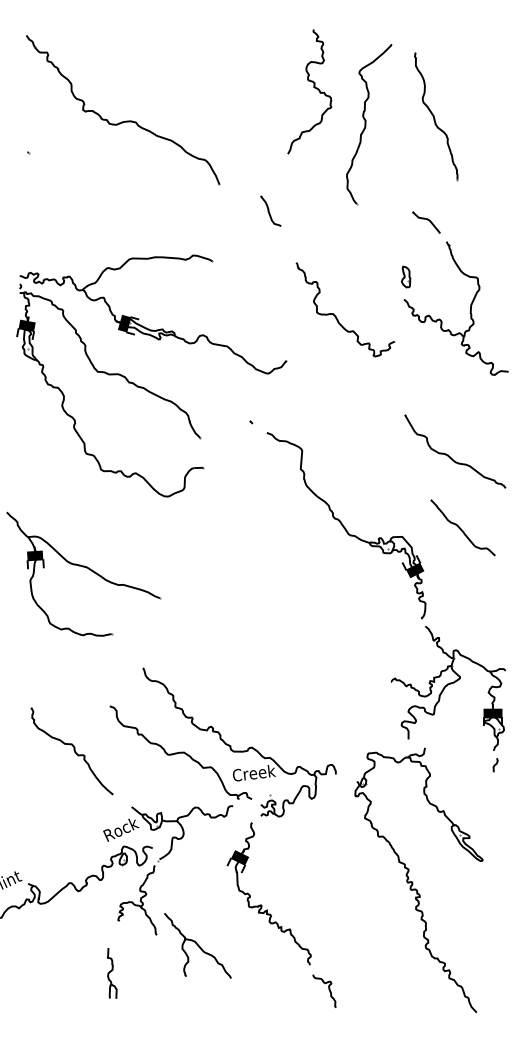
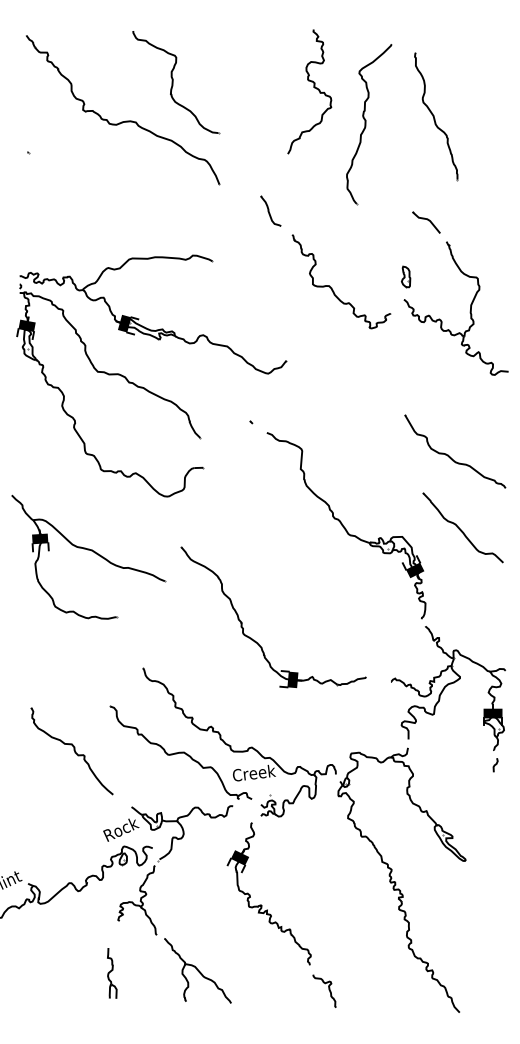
part at (176, 82): none -> present
part at (336, 316) position: (336, 316) -> (332, 288)
part at (462, 527) size: 66x58 px -> 82x72 px
part at (83, 573) position: (83, 573) -> (88, 556)
part at (255, 640): none -> present
part at (418, 879) position: (418, 879) -> (401, 879)
part at (197, 945) position: (197, 945) -> (197, 970)
